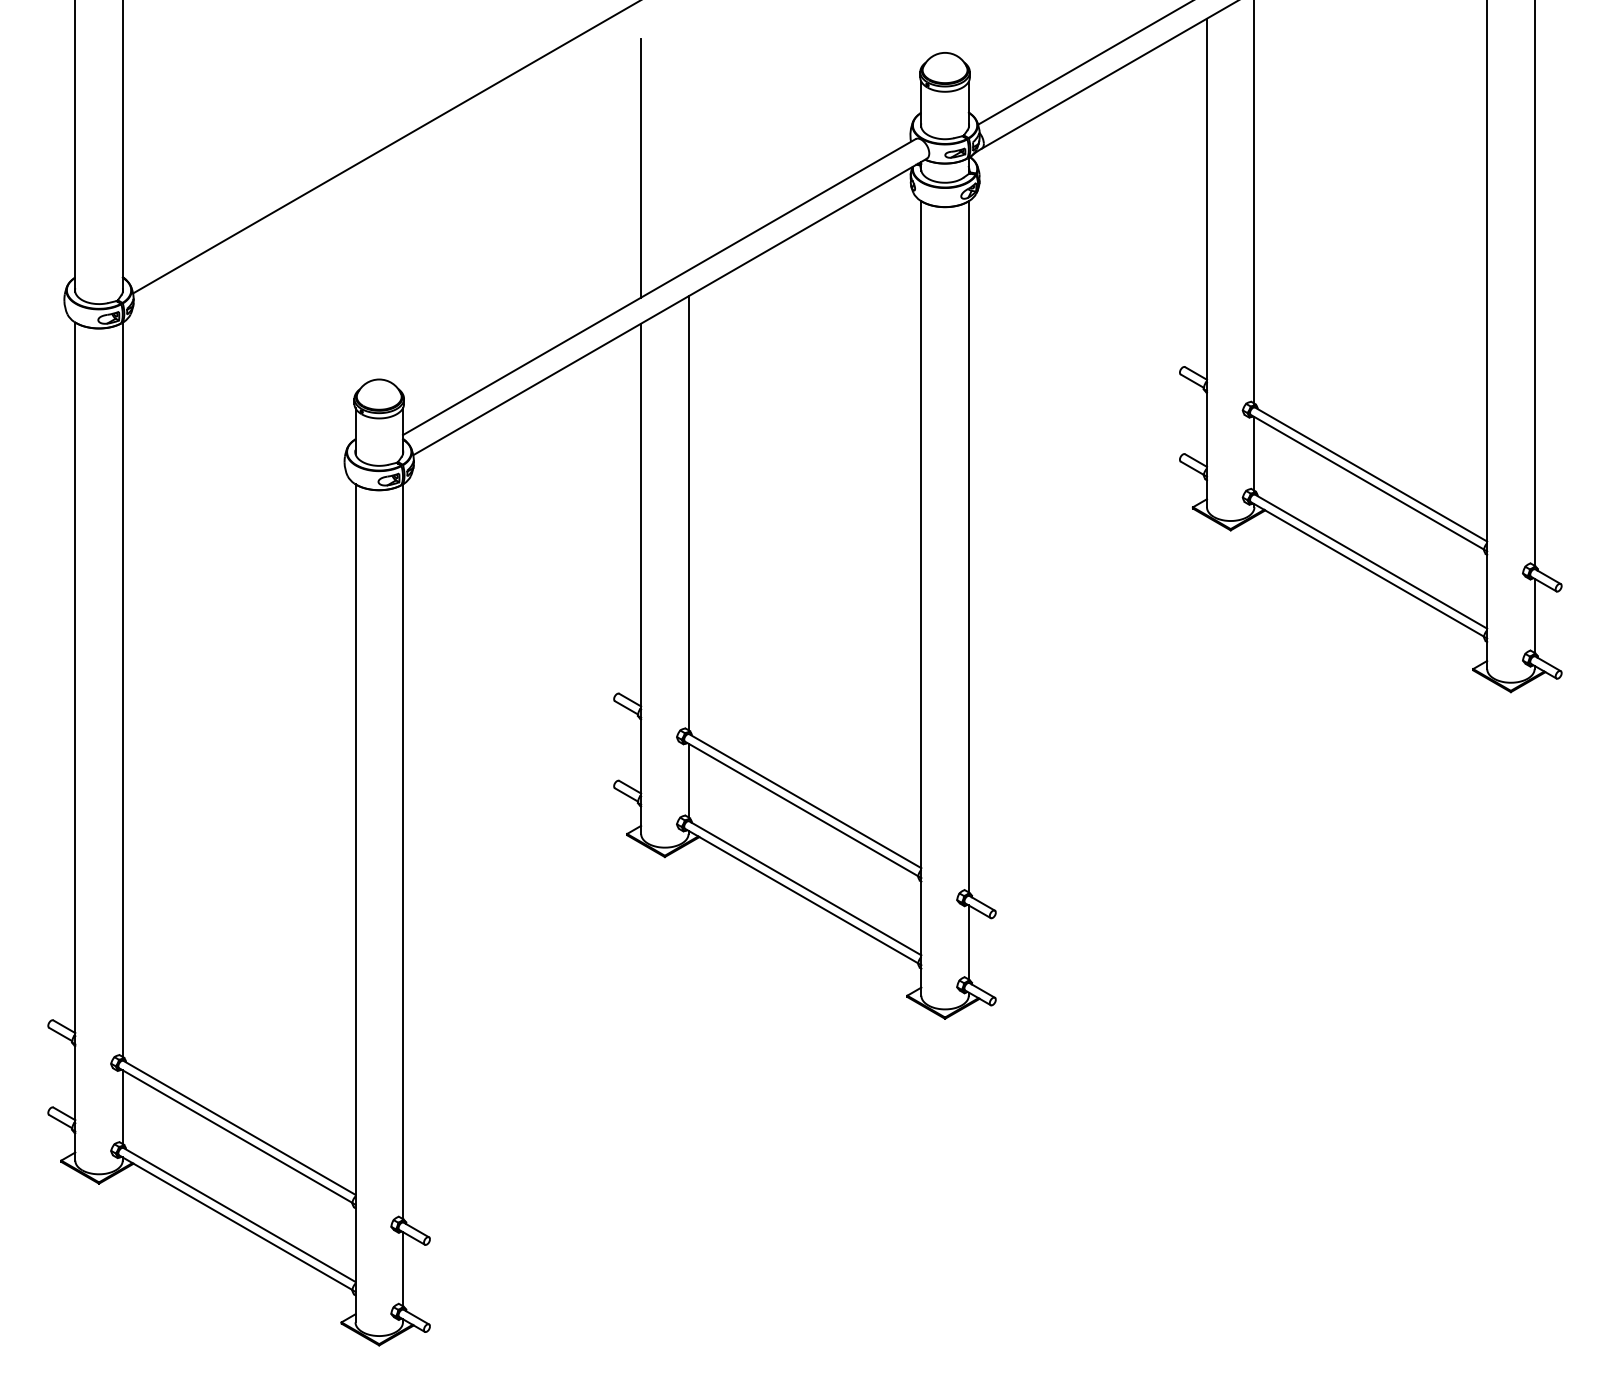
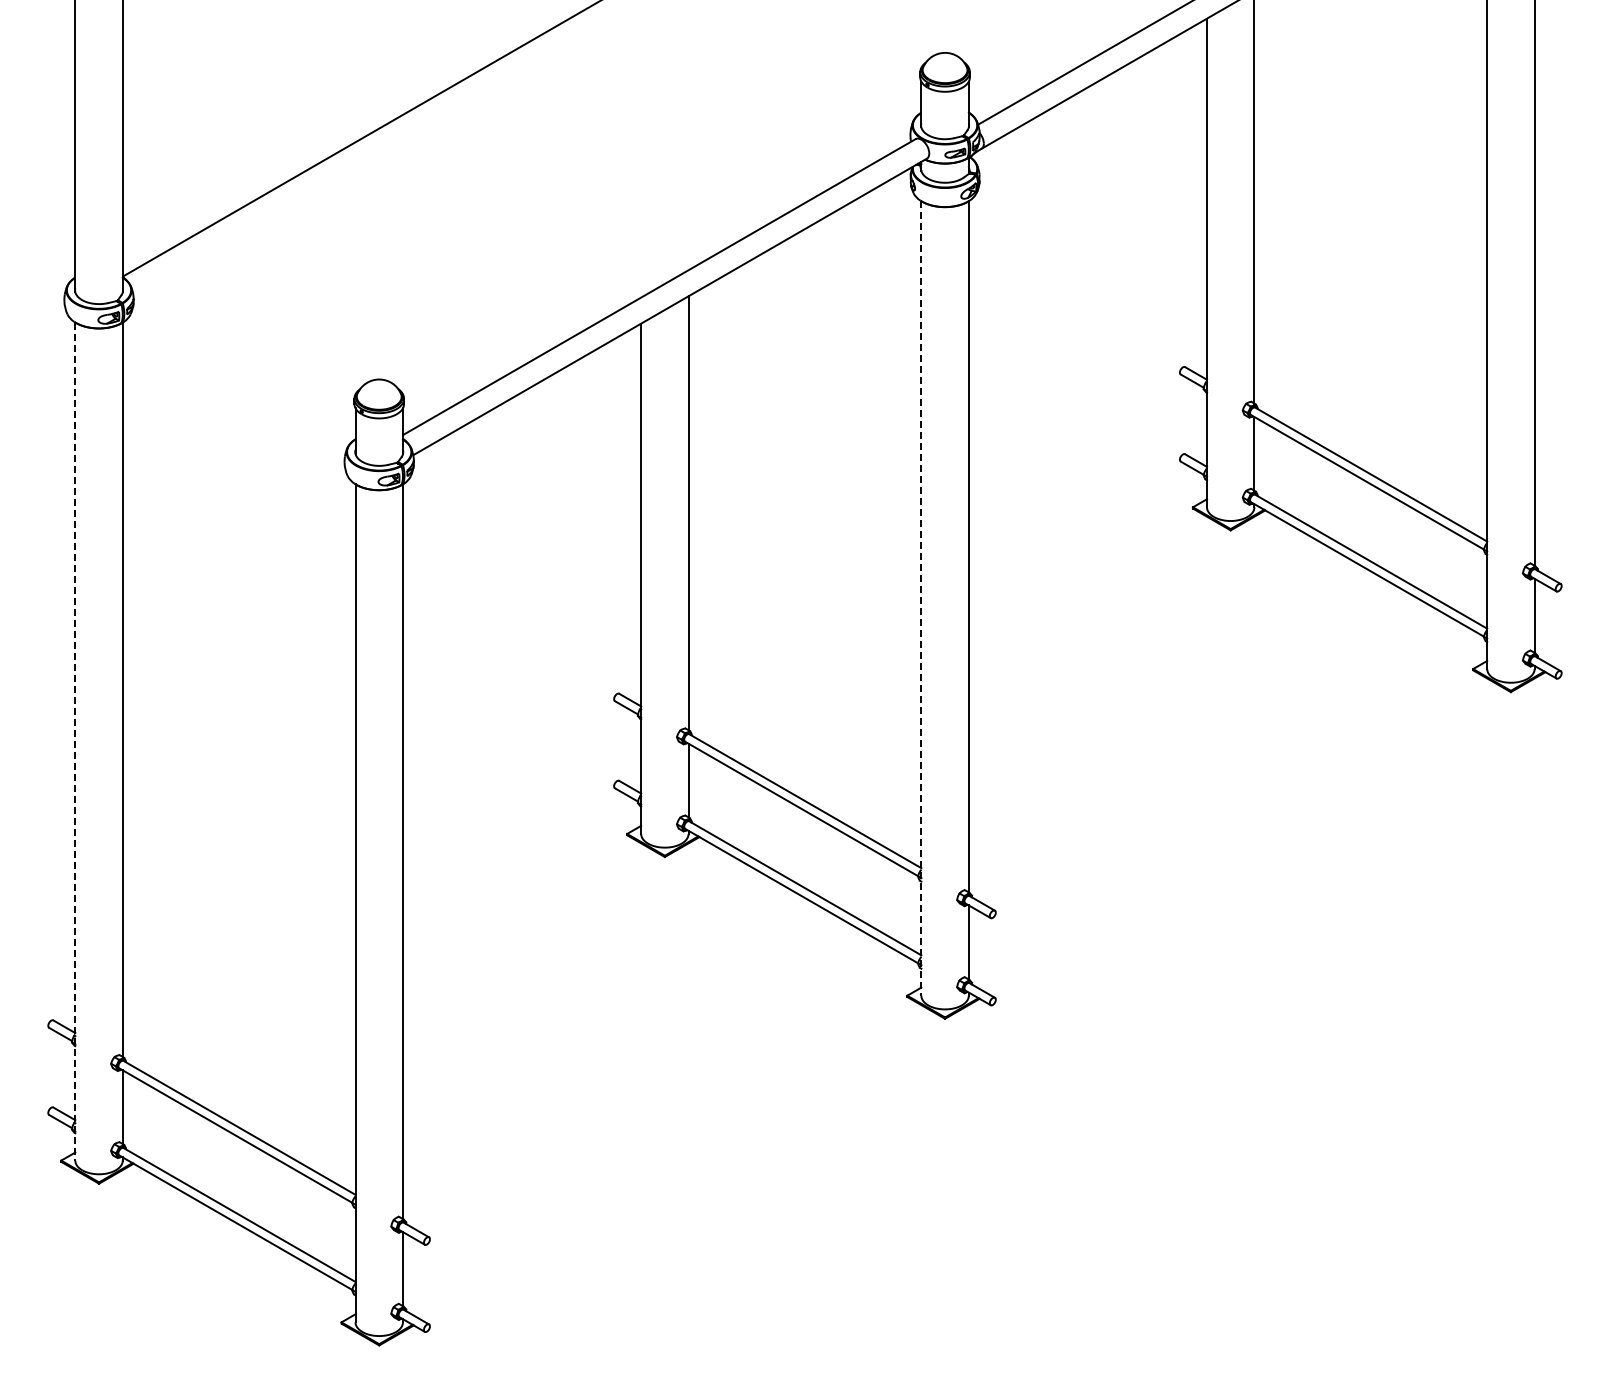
line at (385, 147) position: (385, 147) -> (360, 139)
line at (641, 168): present -> none
line at (921, 598): solid -> dashed
line at (75, 742): solid -> dashed
